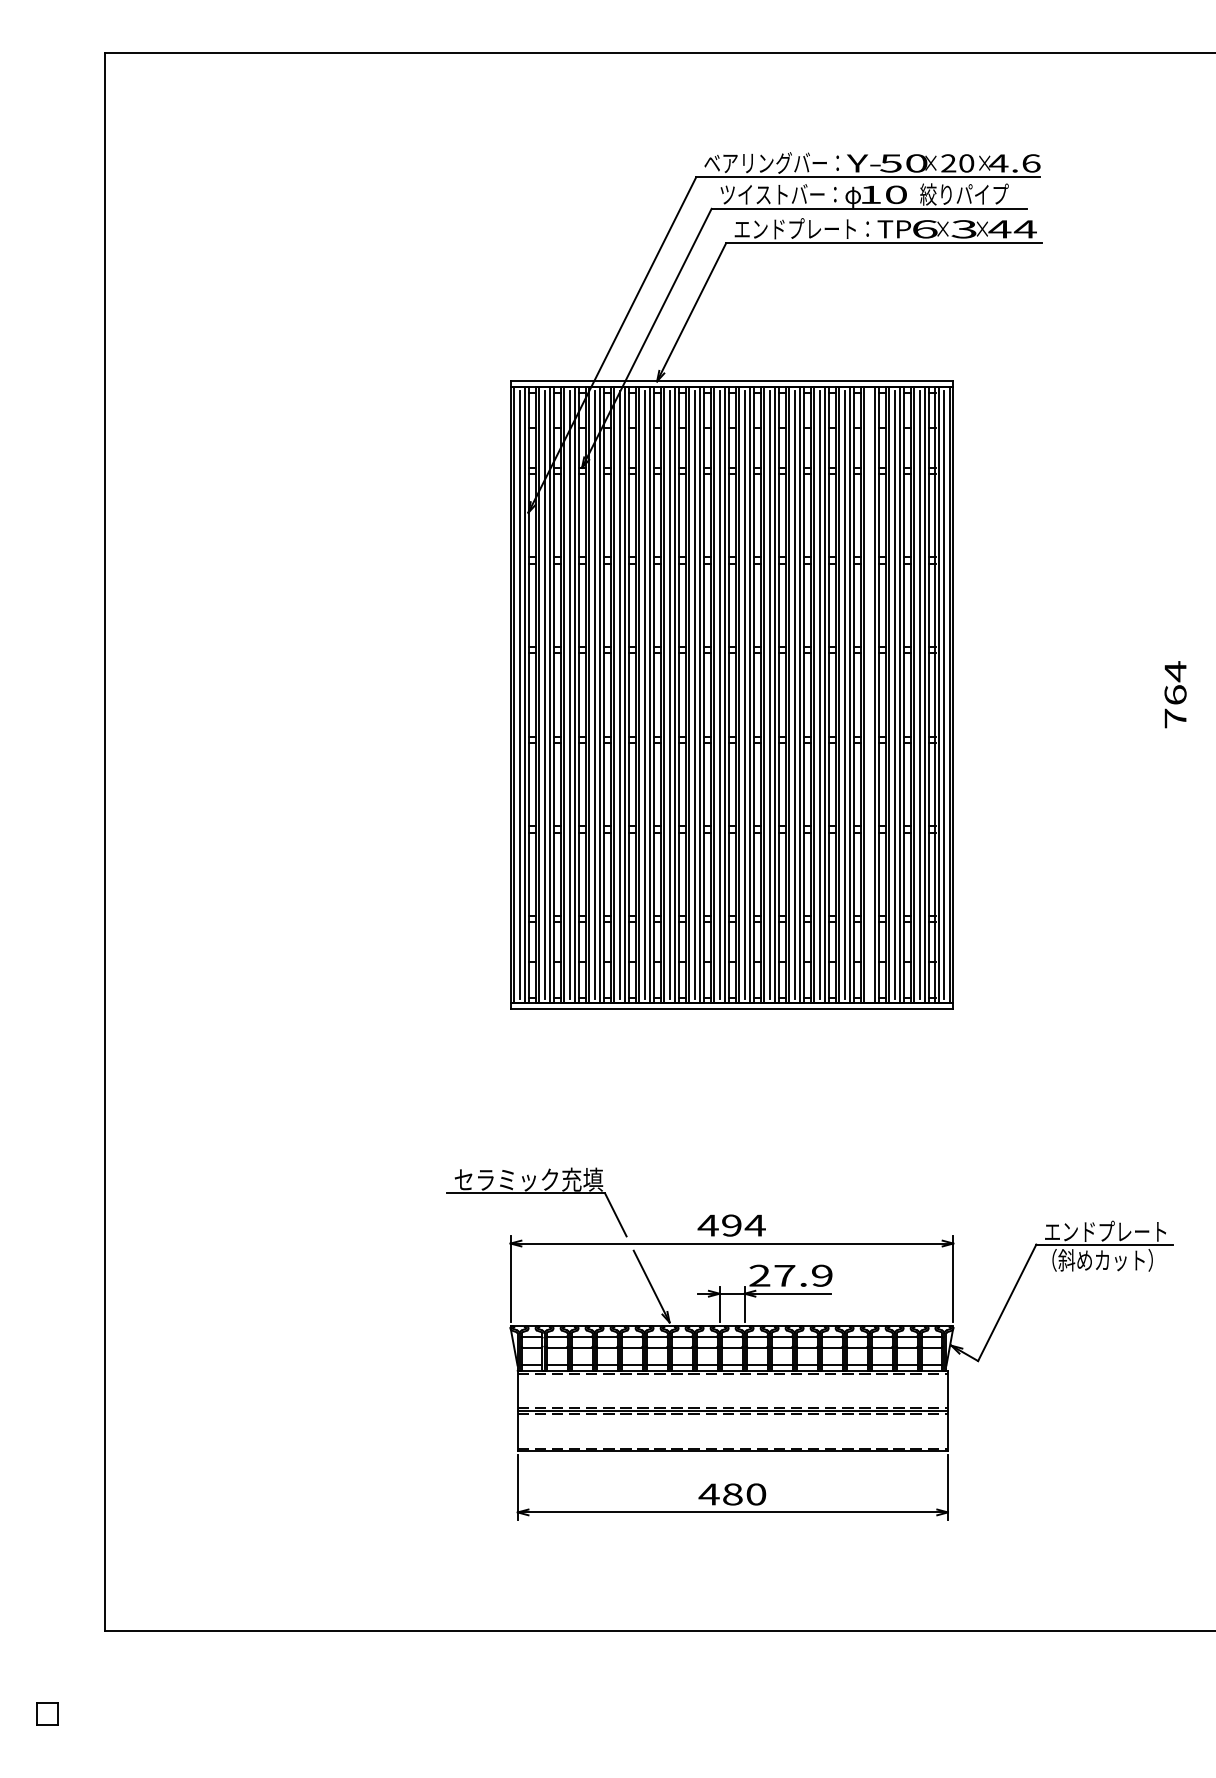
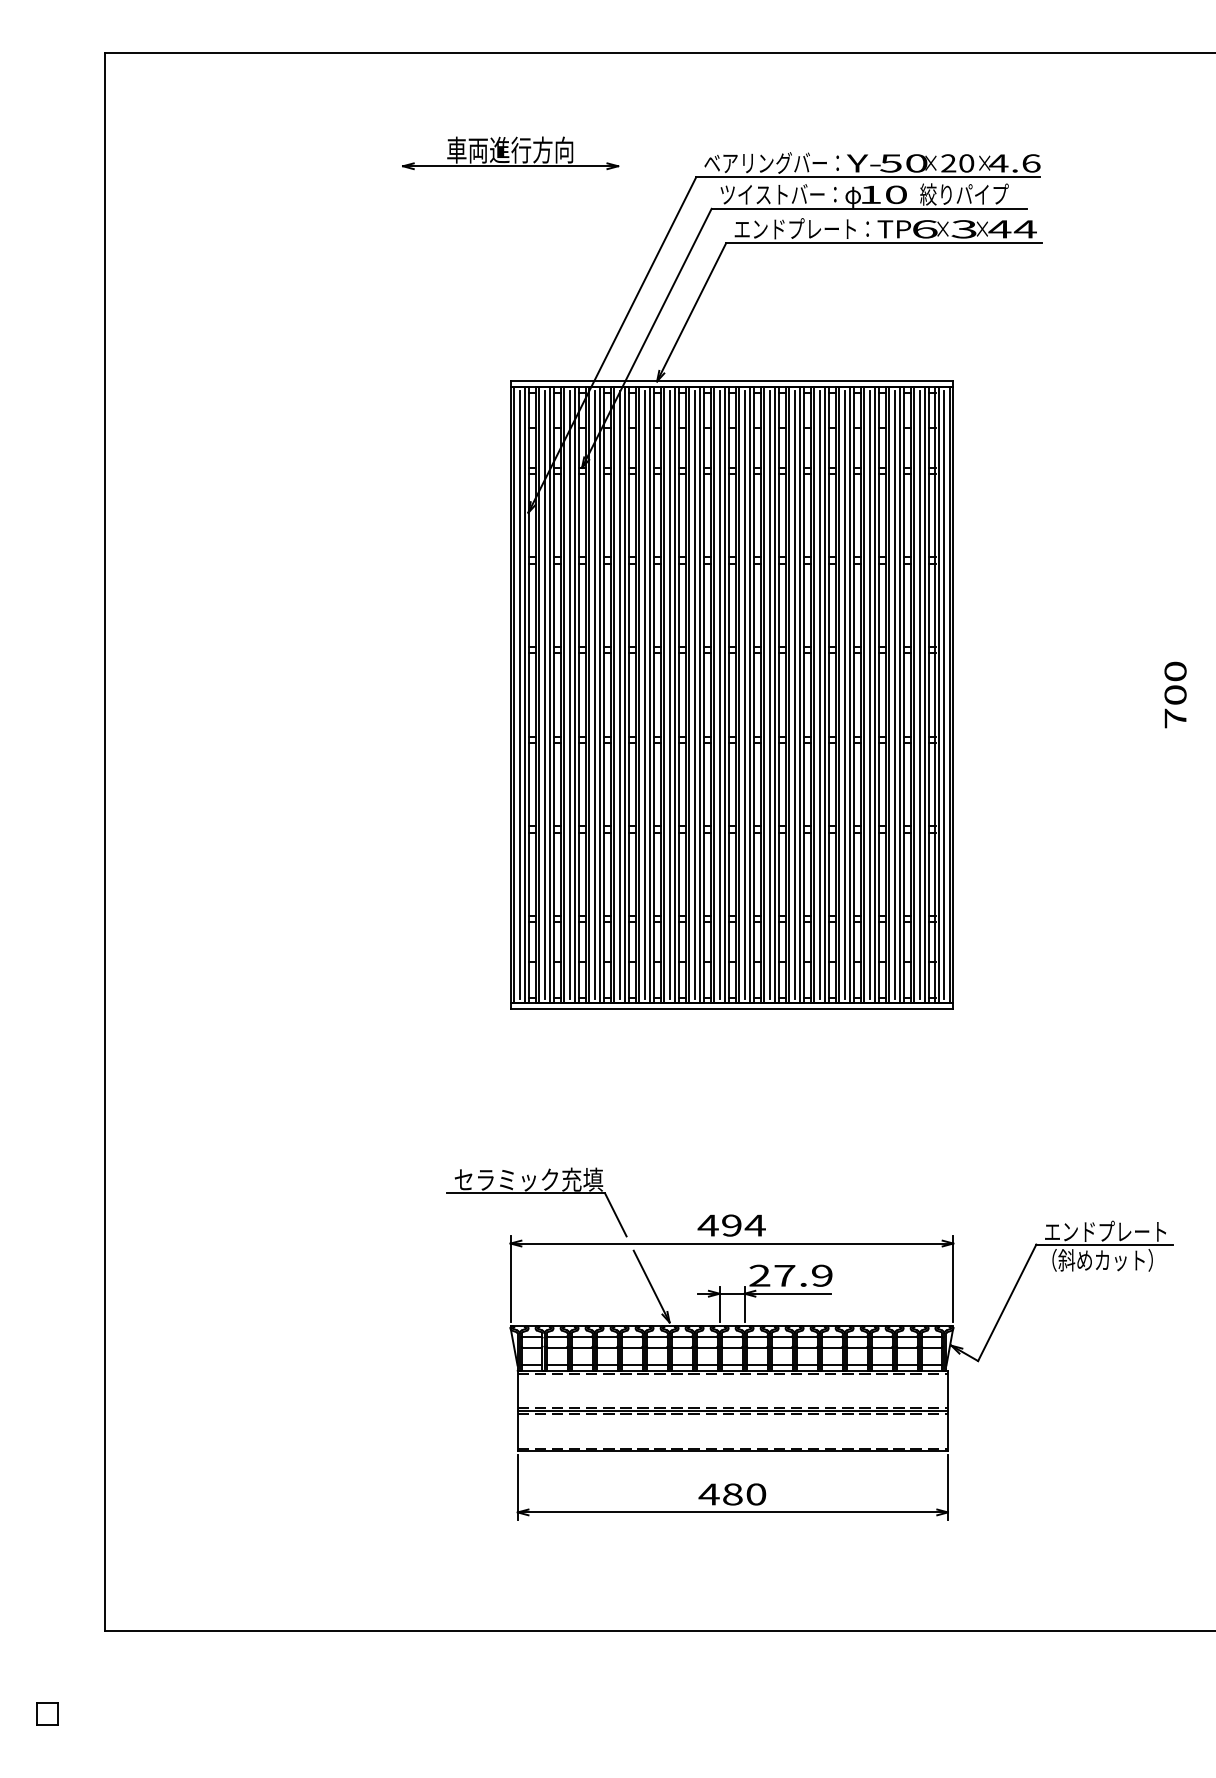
part at (510, 153): none -> present
text at (1175, 682): 764 -> 700
line at (869, 694): none -> present
